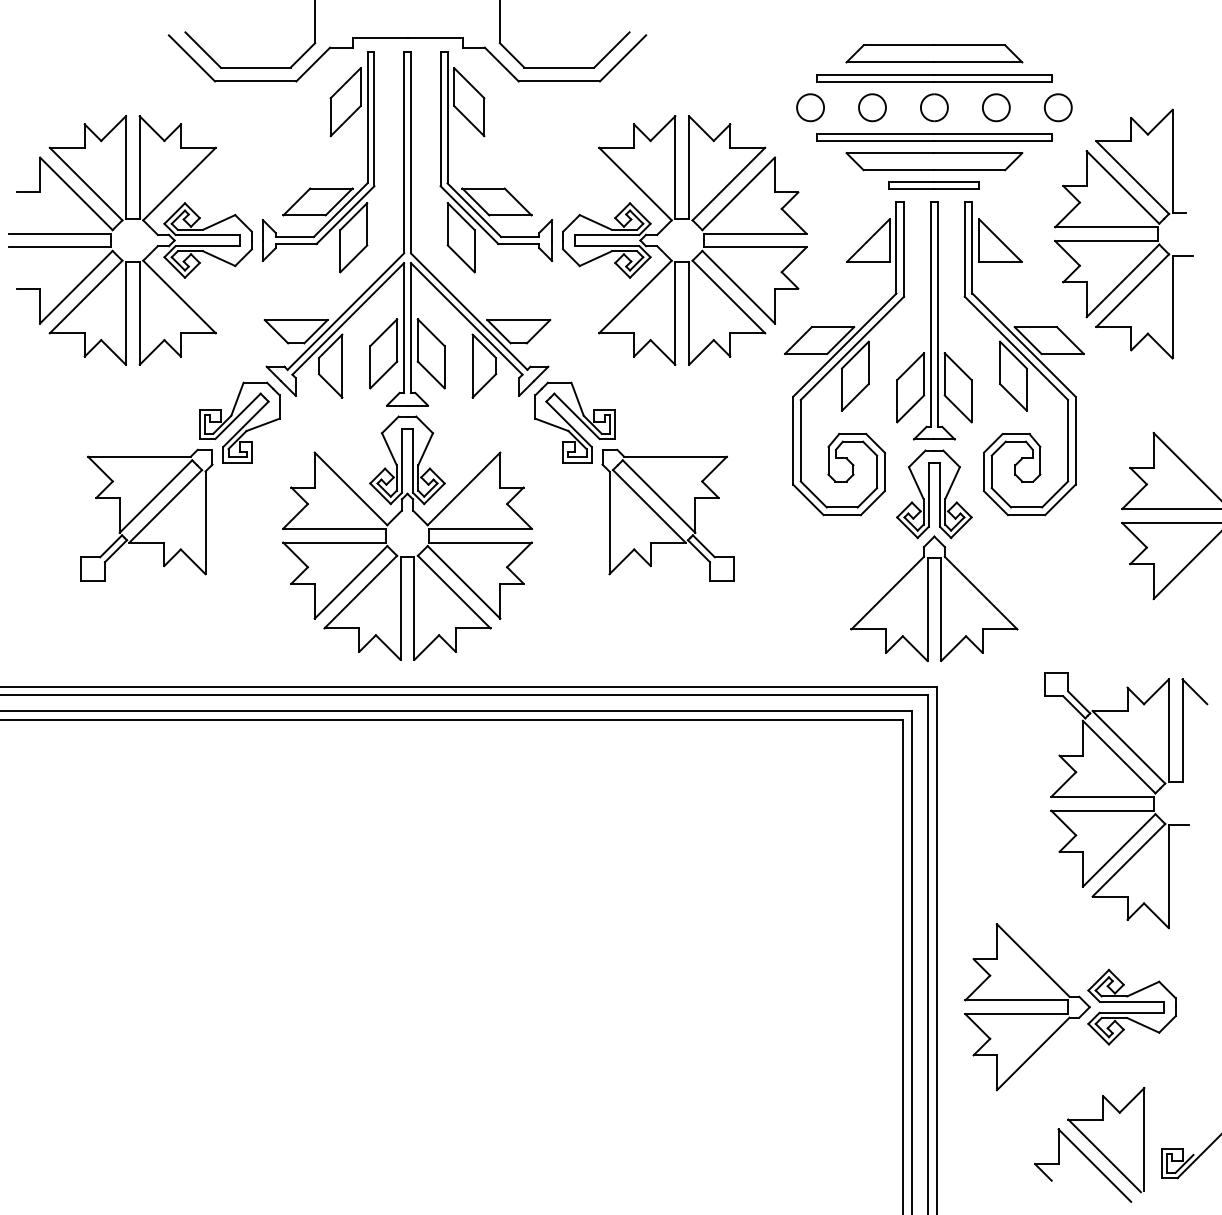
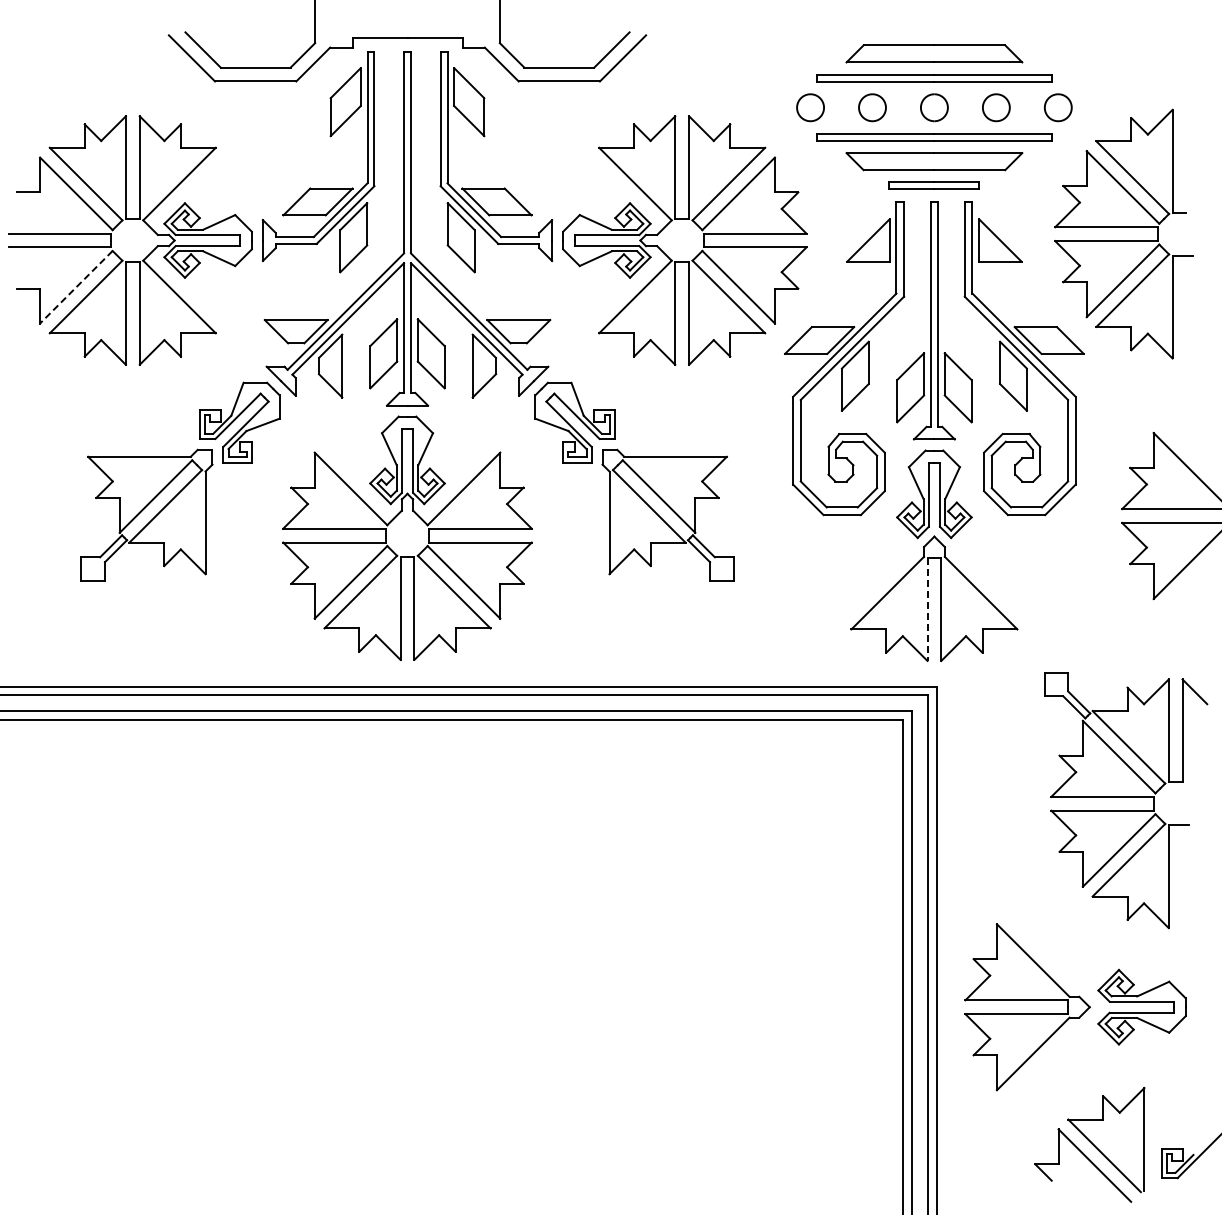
line at (76, 287): solid -> dashed
line at (927, 610): solid -> dashed
part at (1131, 1006) position: (1131, 1006) -> (1141, 1006)
